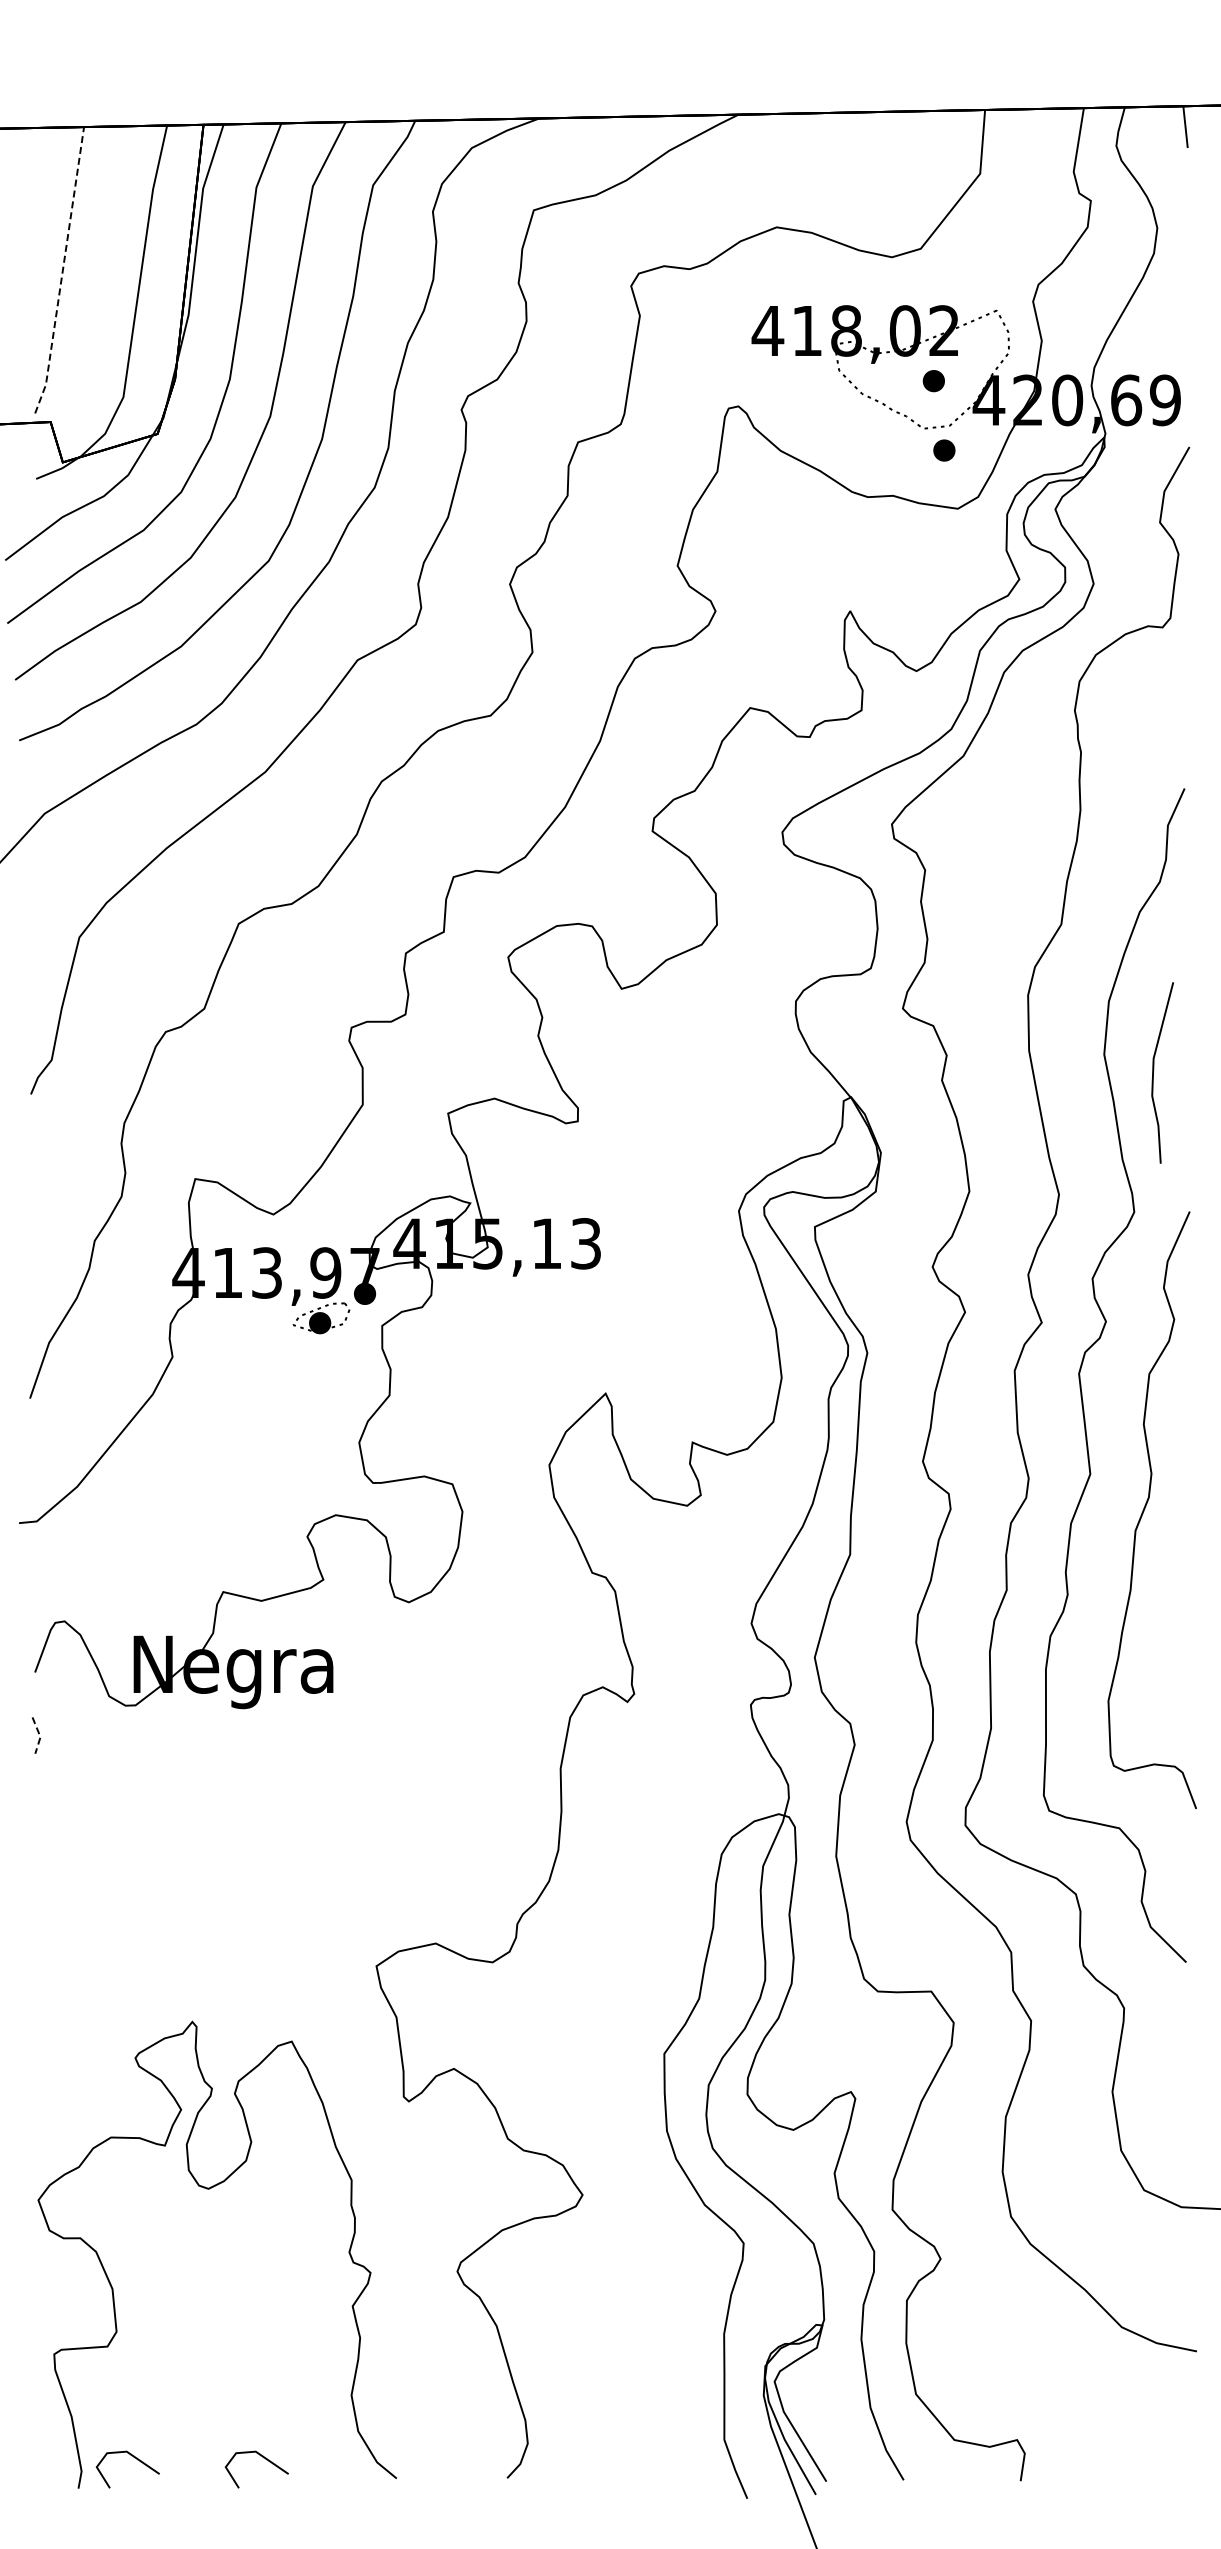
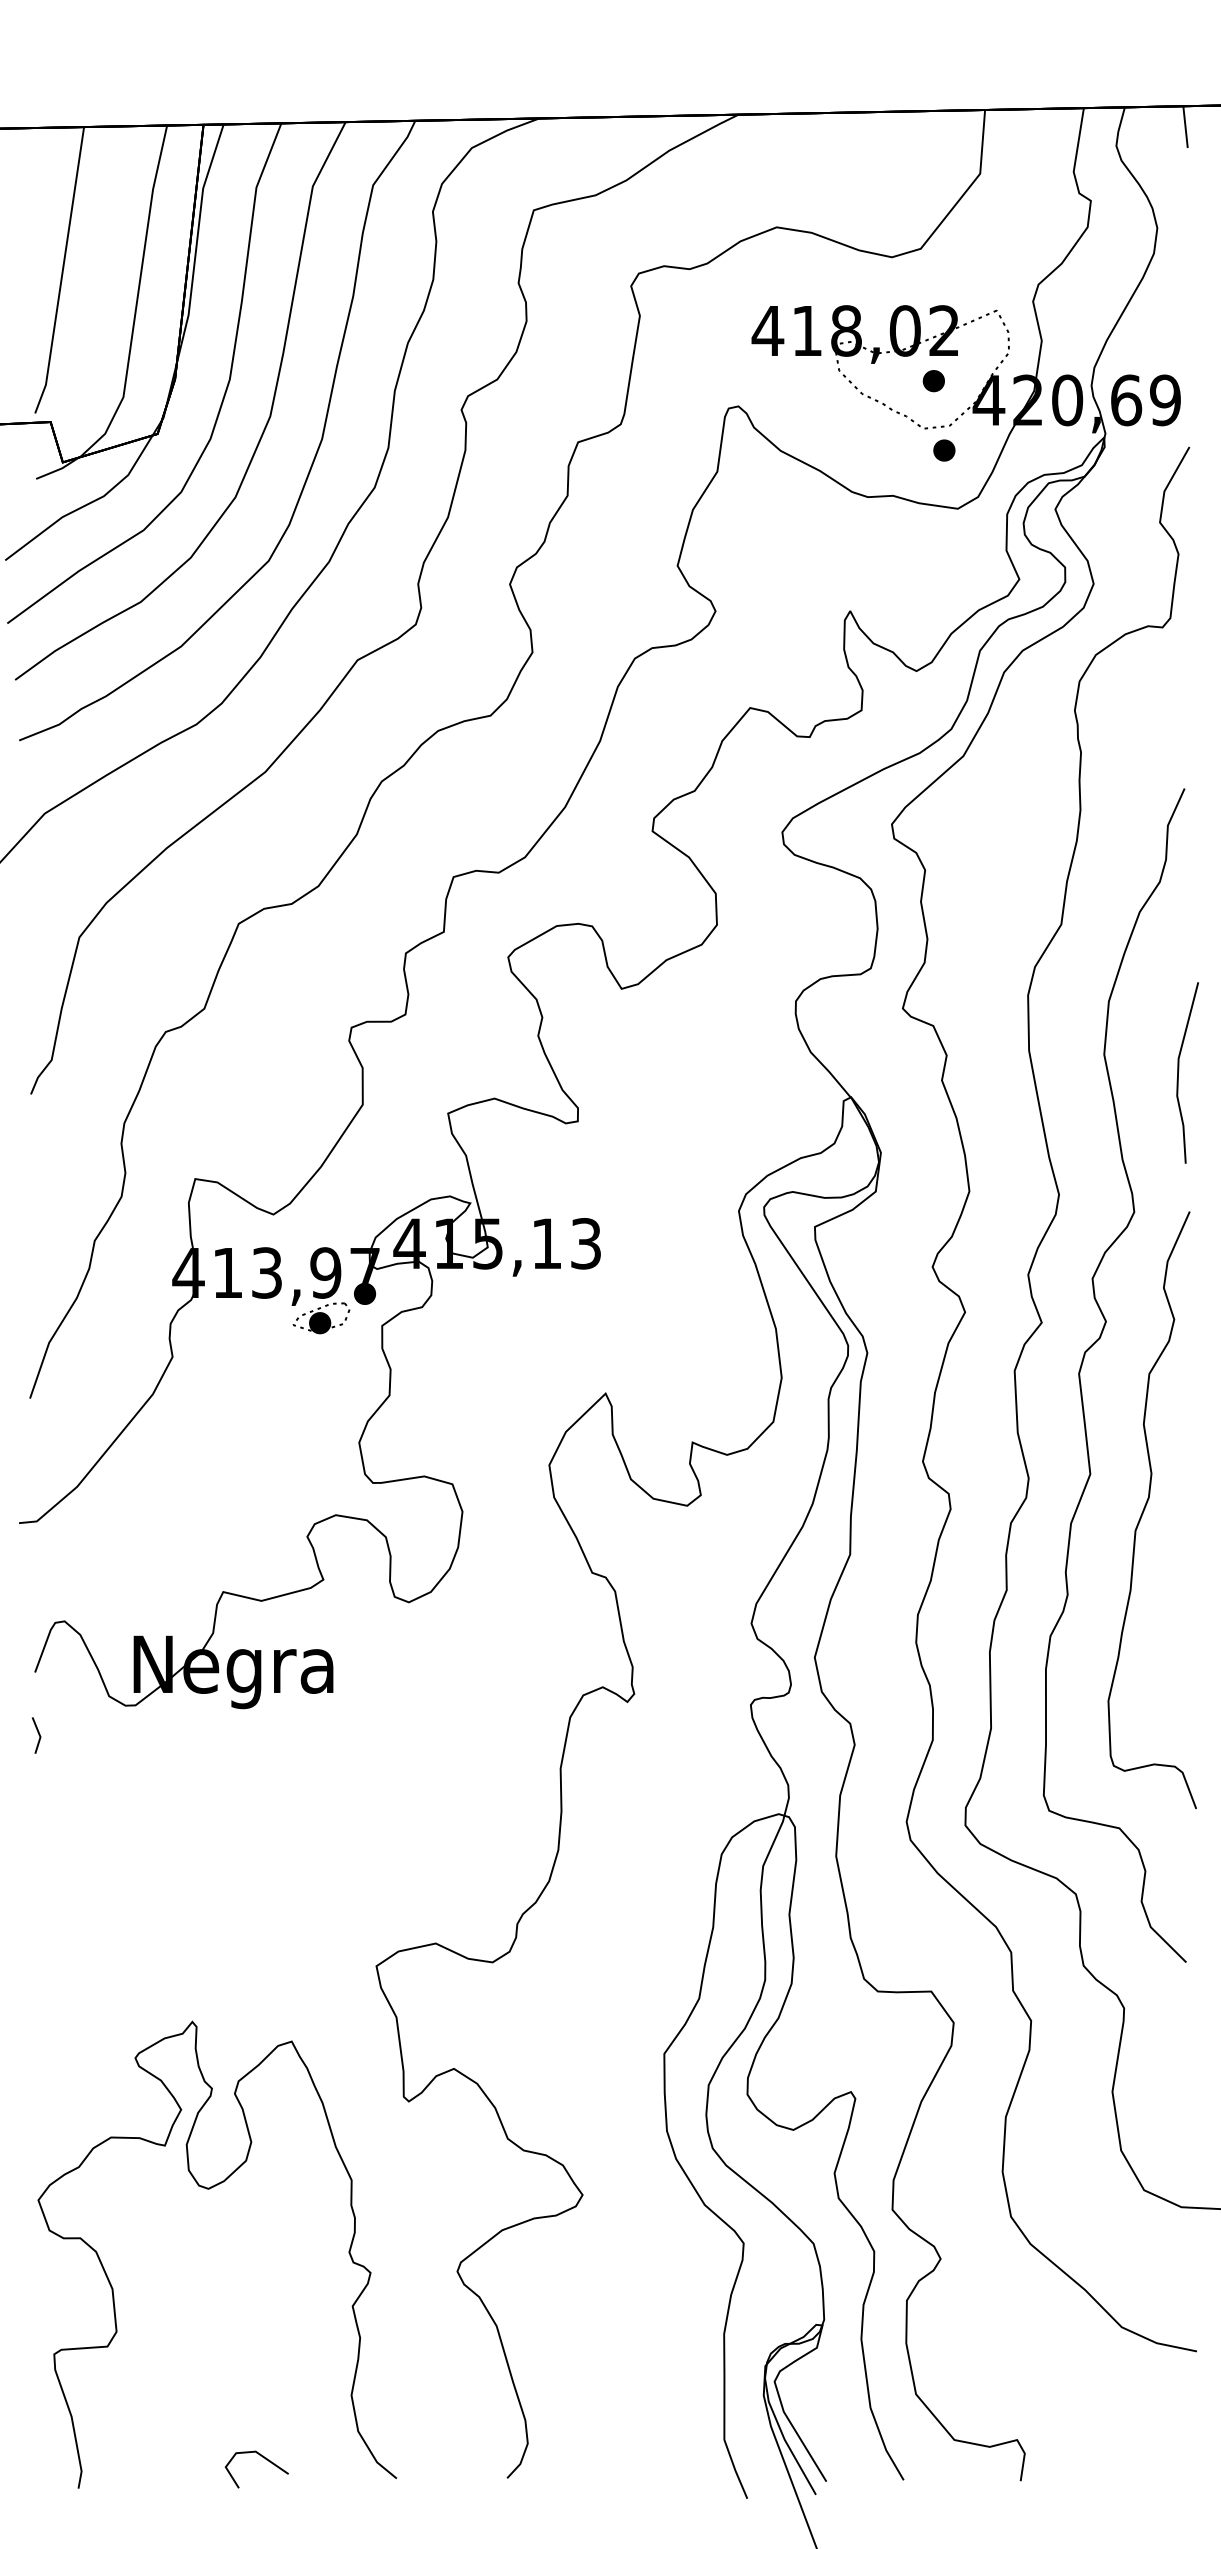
line at (62, 270): dashed -> solid
line at (1154, 1070) position: (1154, 1070) -> (1179, 1070)
line at (40, 1736): dashed -> solid
line at (134, 2458): present -> none
